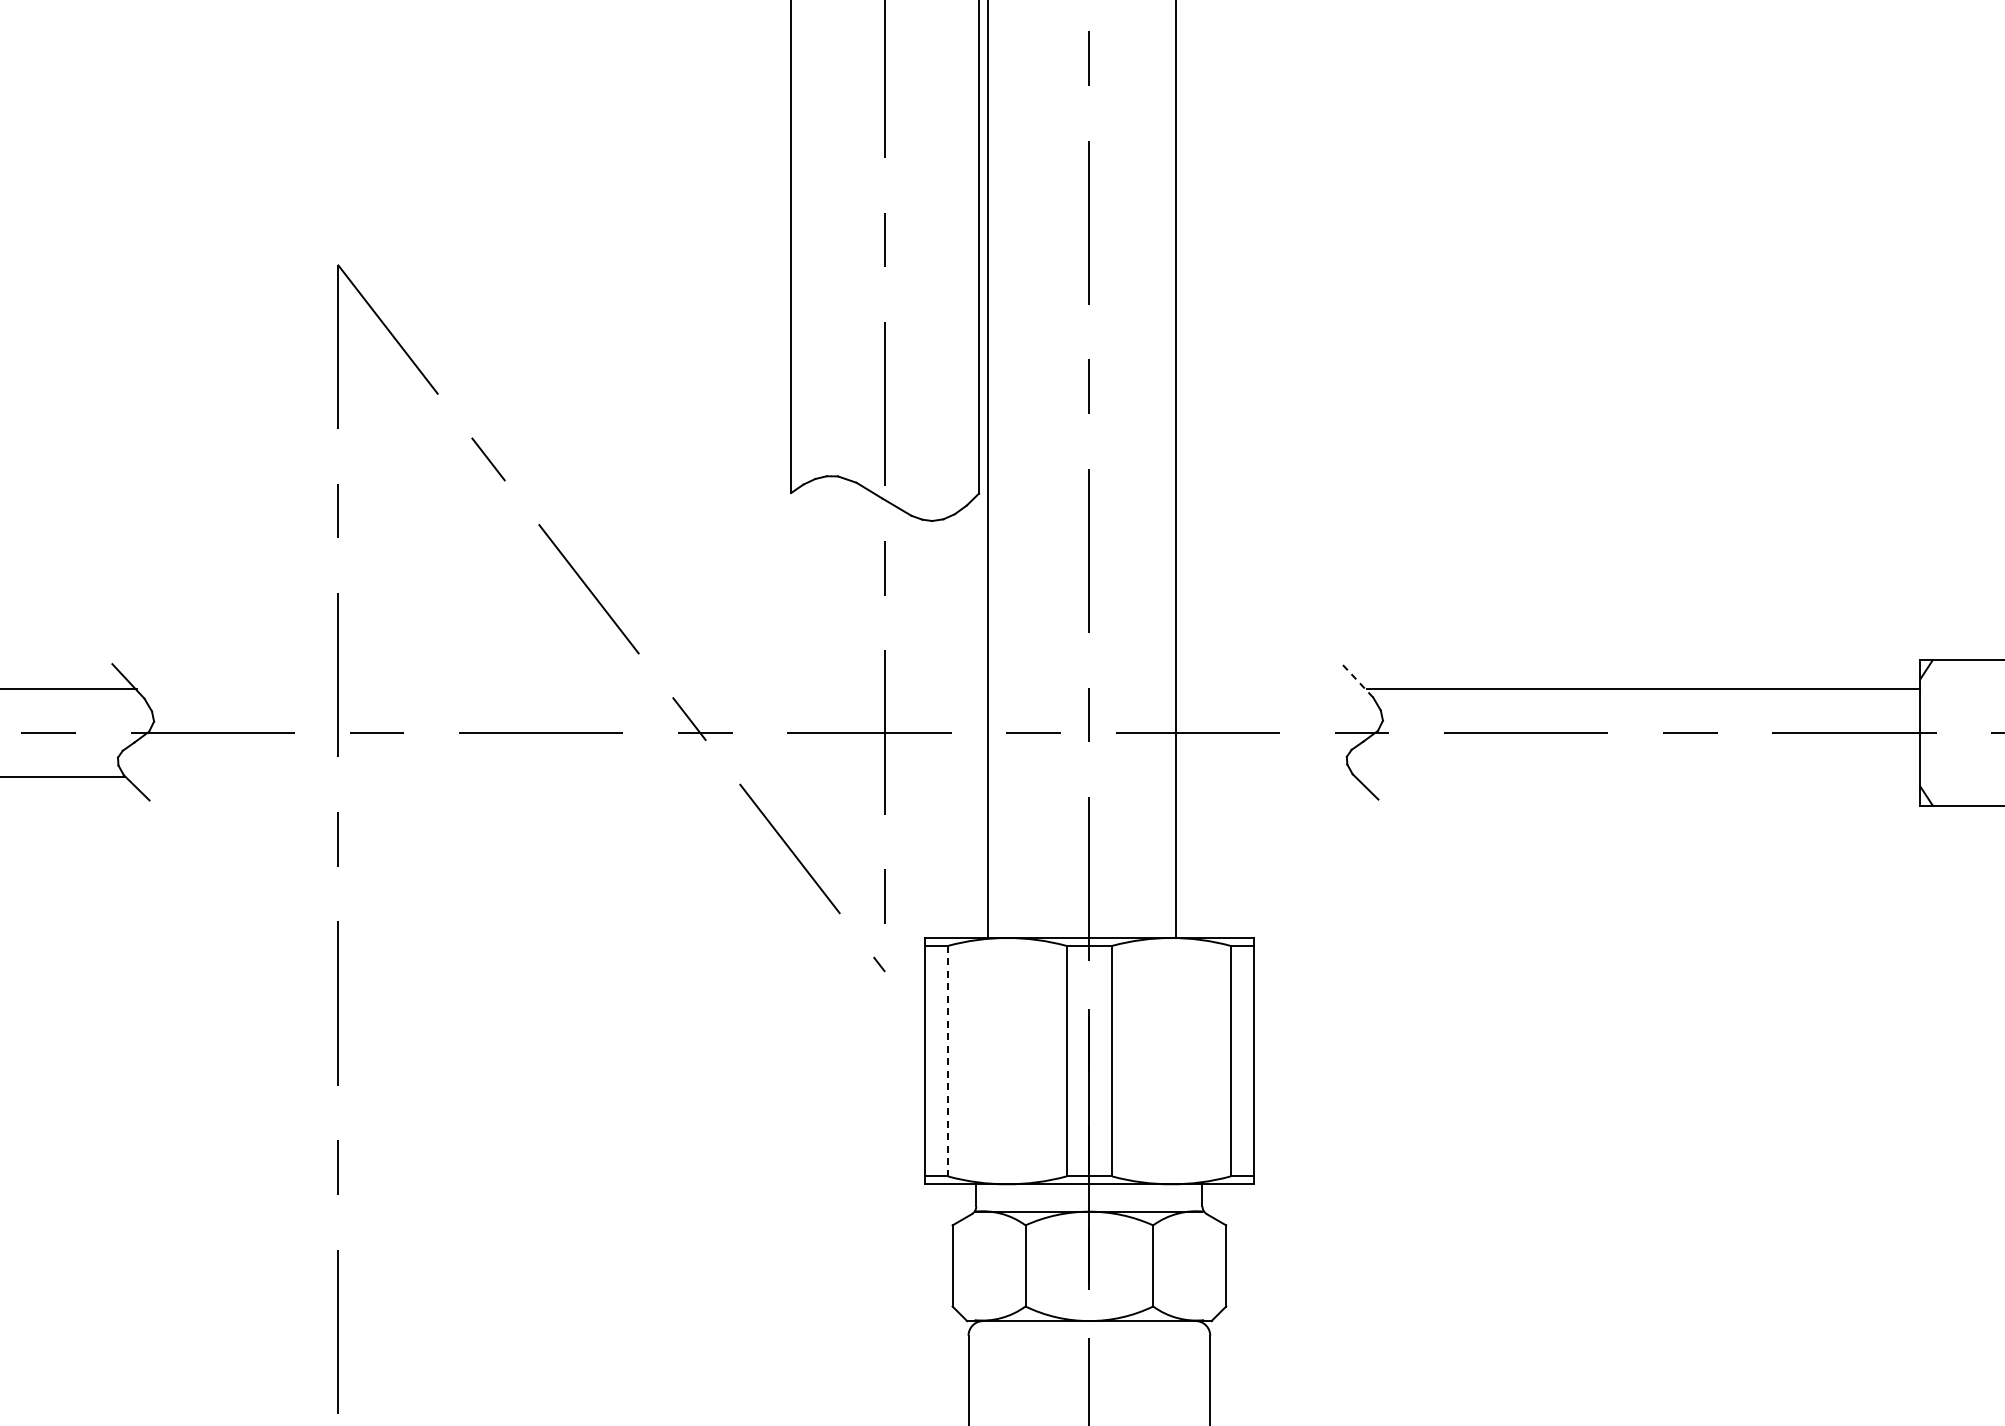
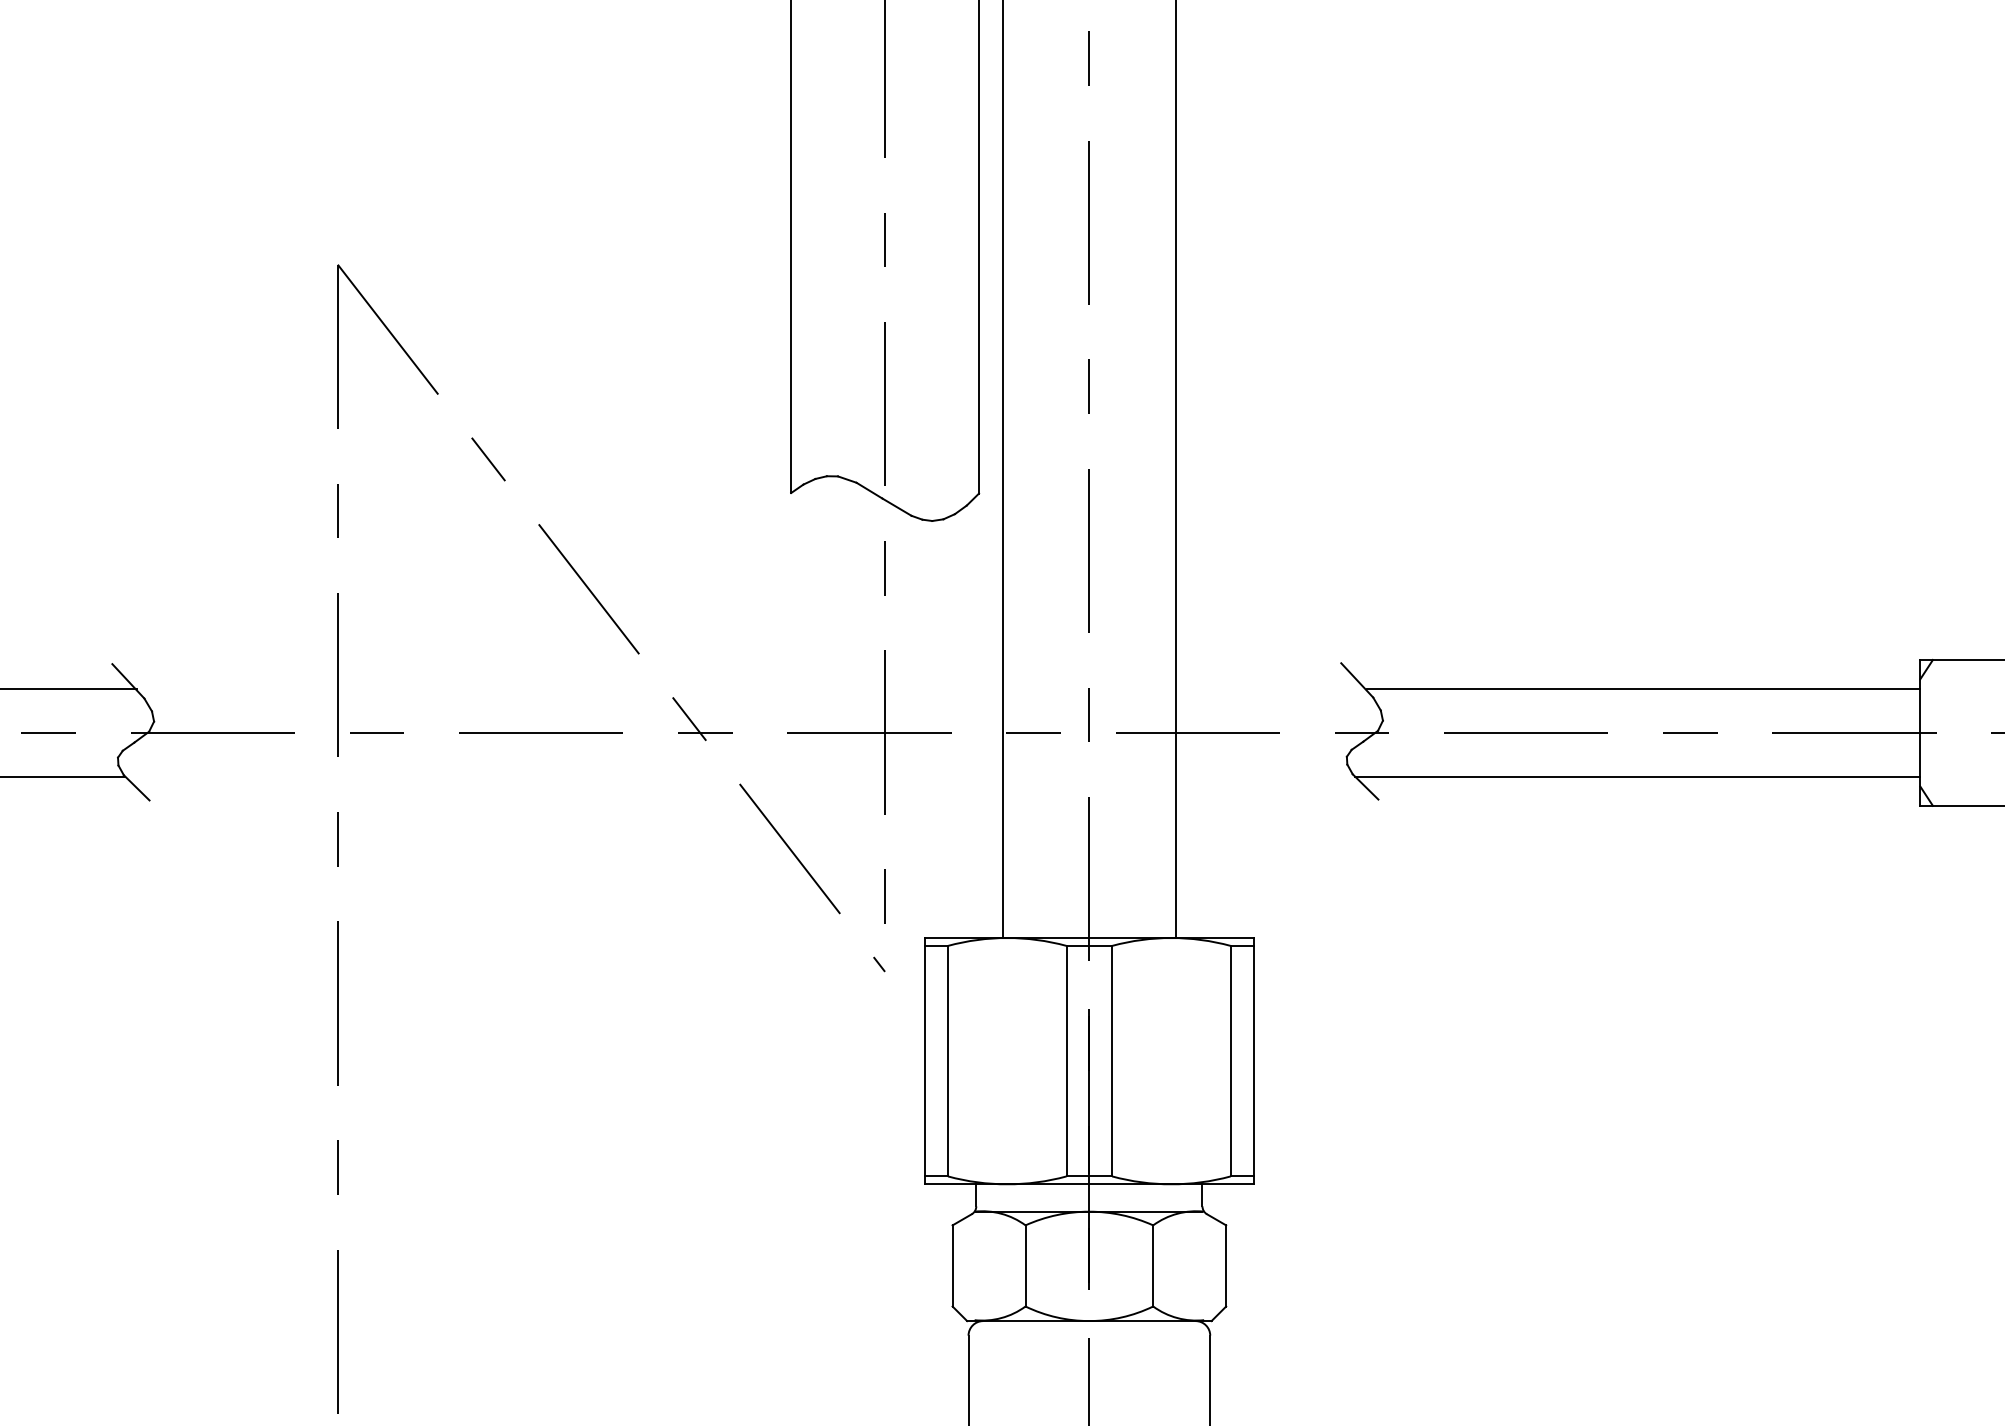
line at (987, 470) position: (987, 470) -> (1002, 470)
line at (1356, 680): dashed -> solid
line at (1637, 776): none -> present
line at (948, 1061): dashed -> solid
